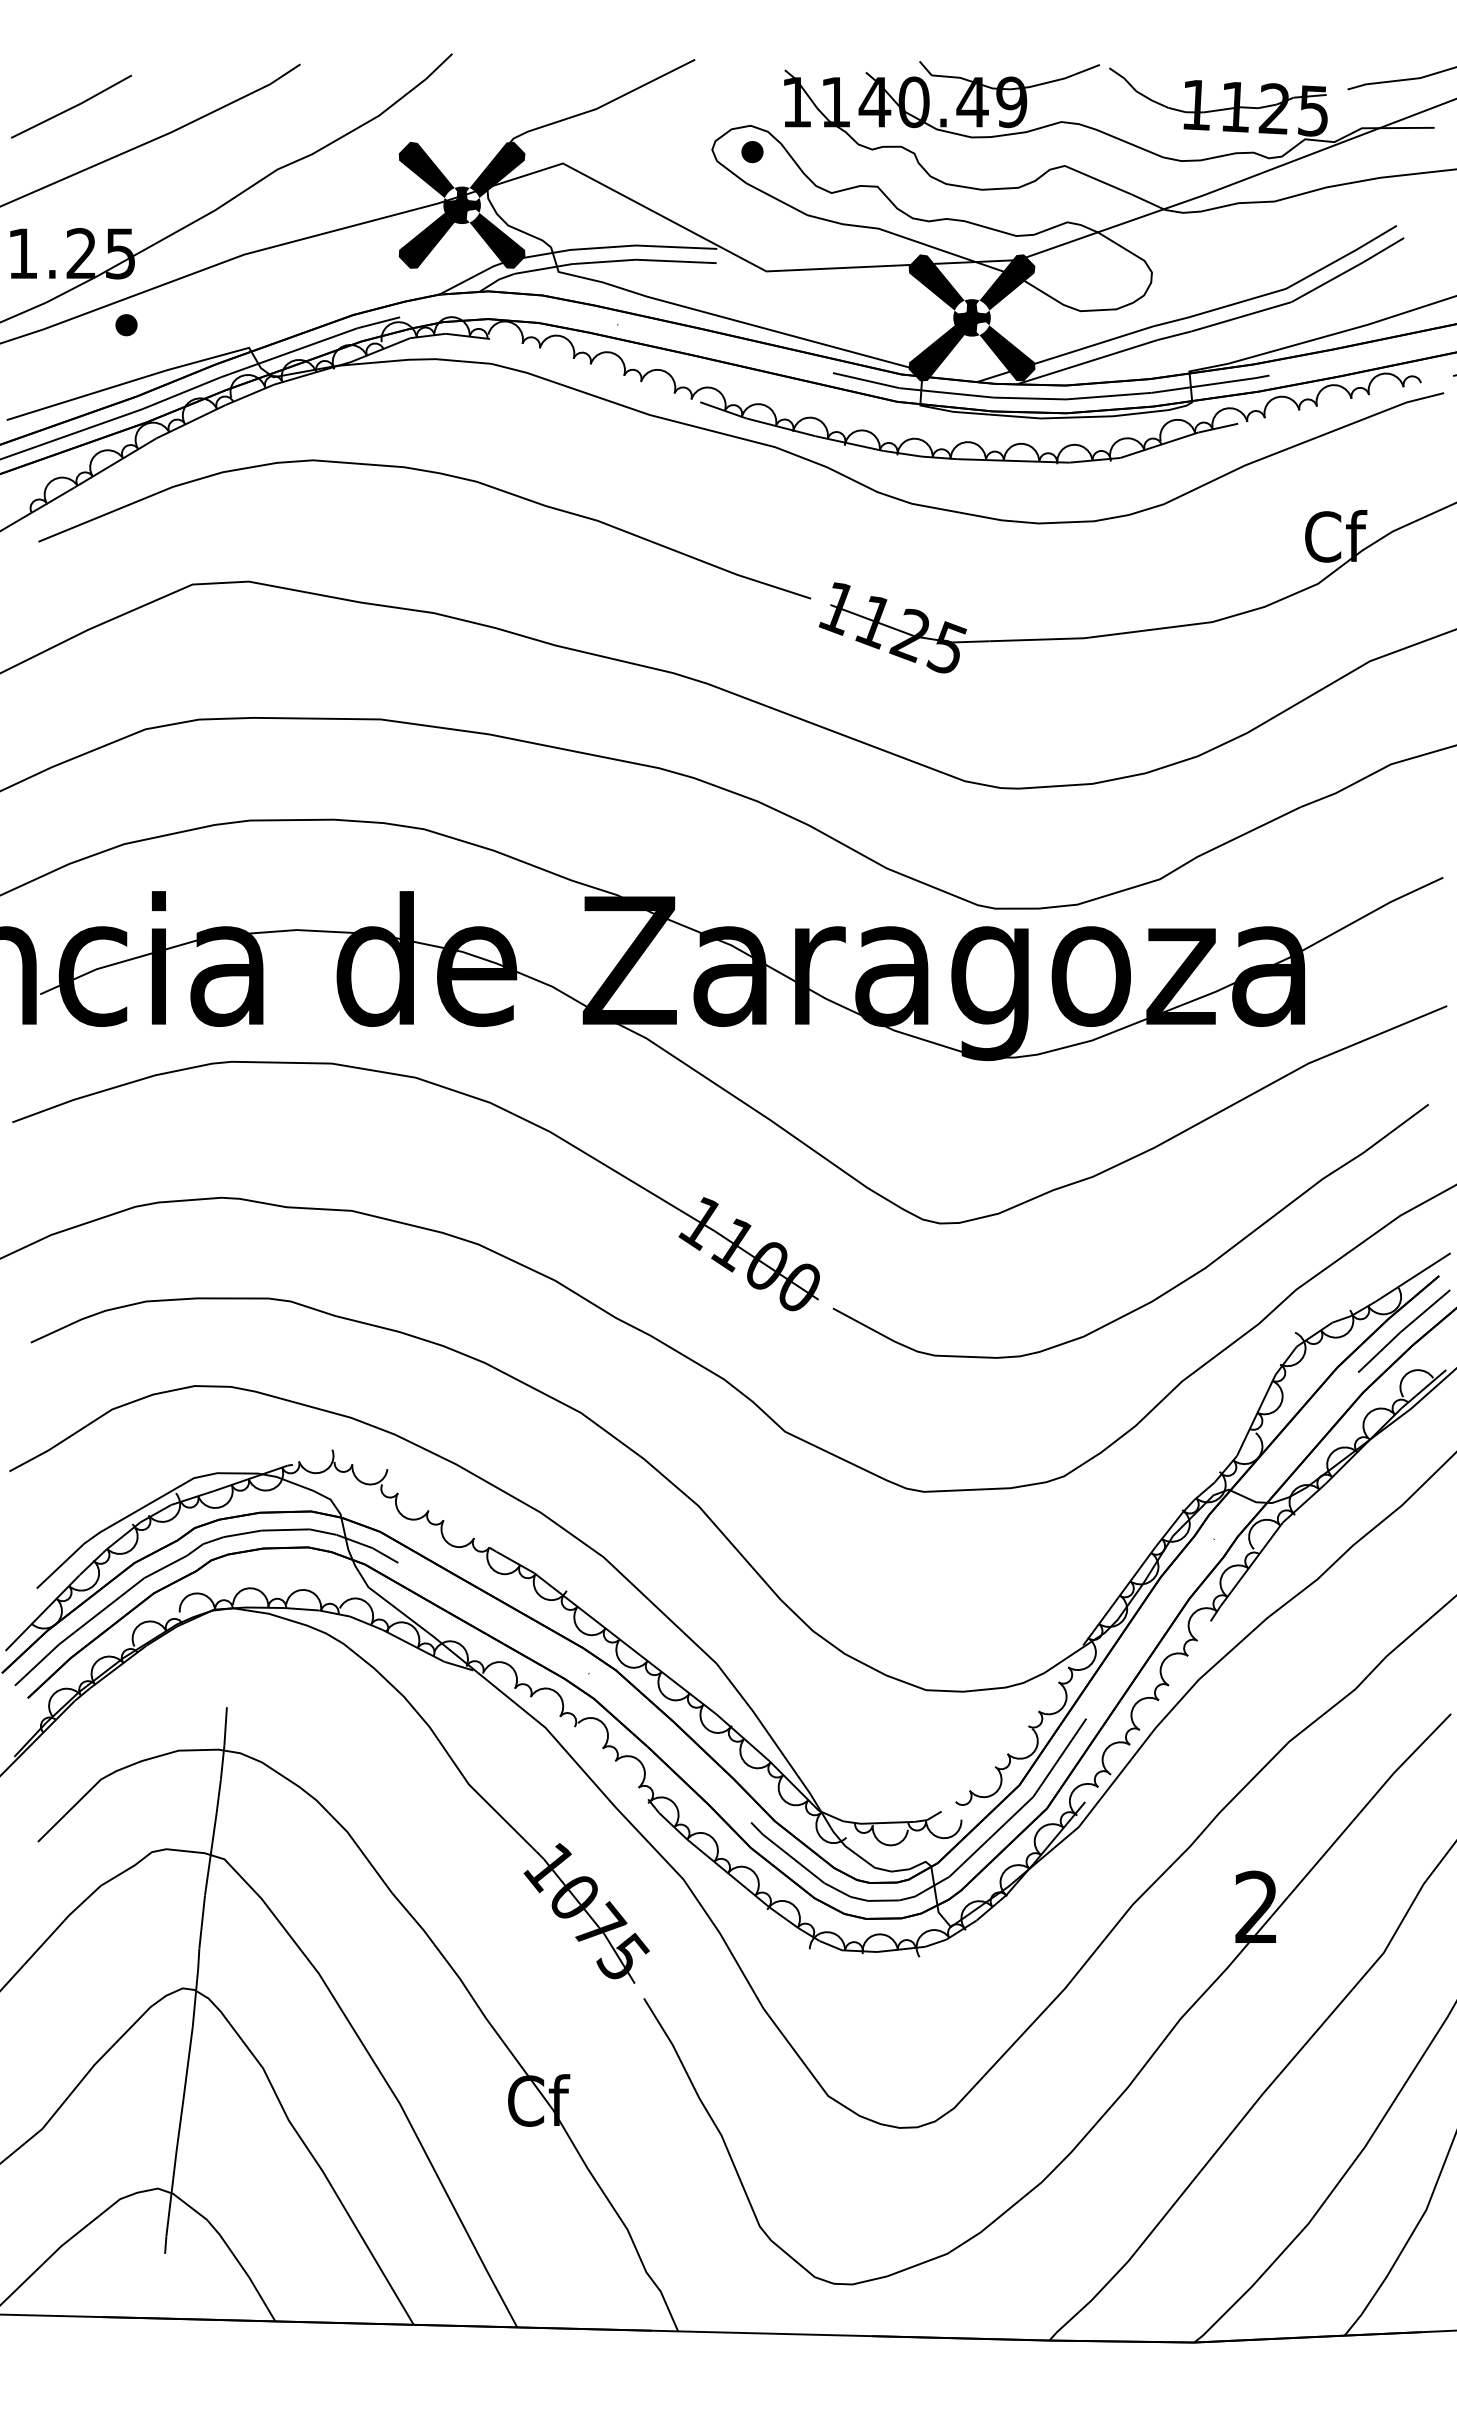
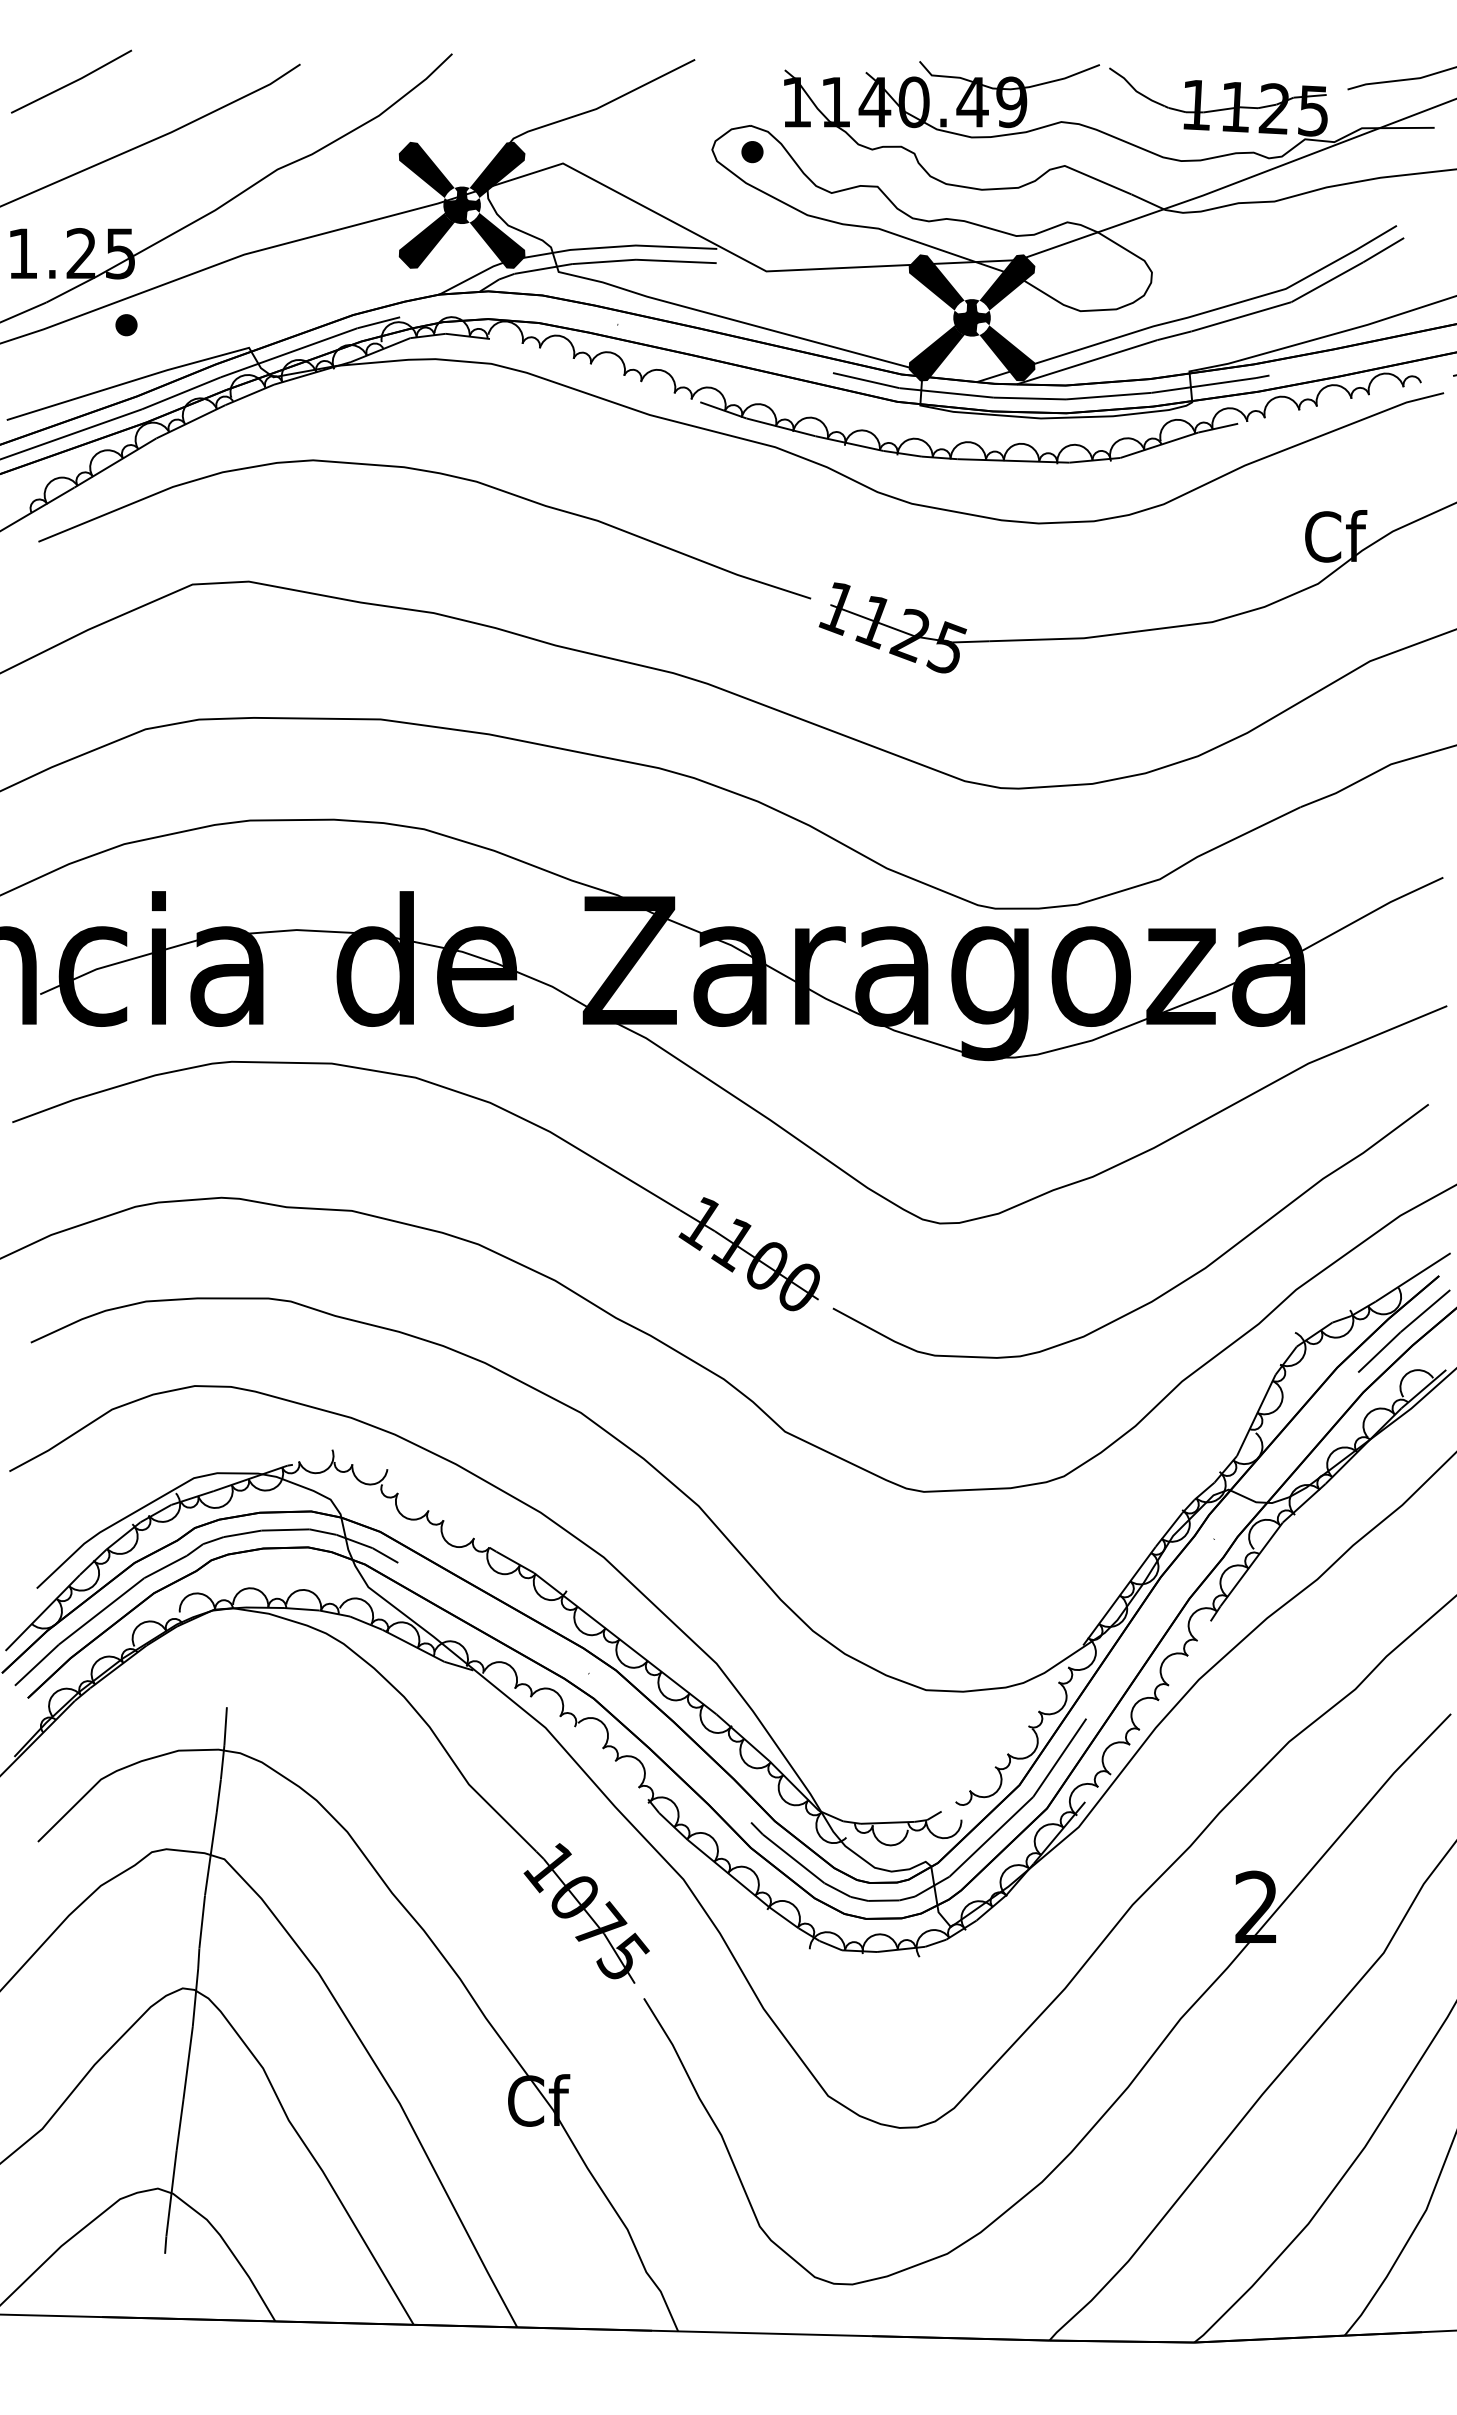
line at (72, 106) position: (72, 106) -> (72, 81)
